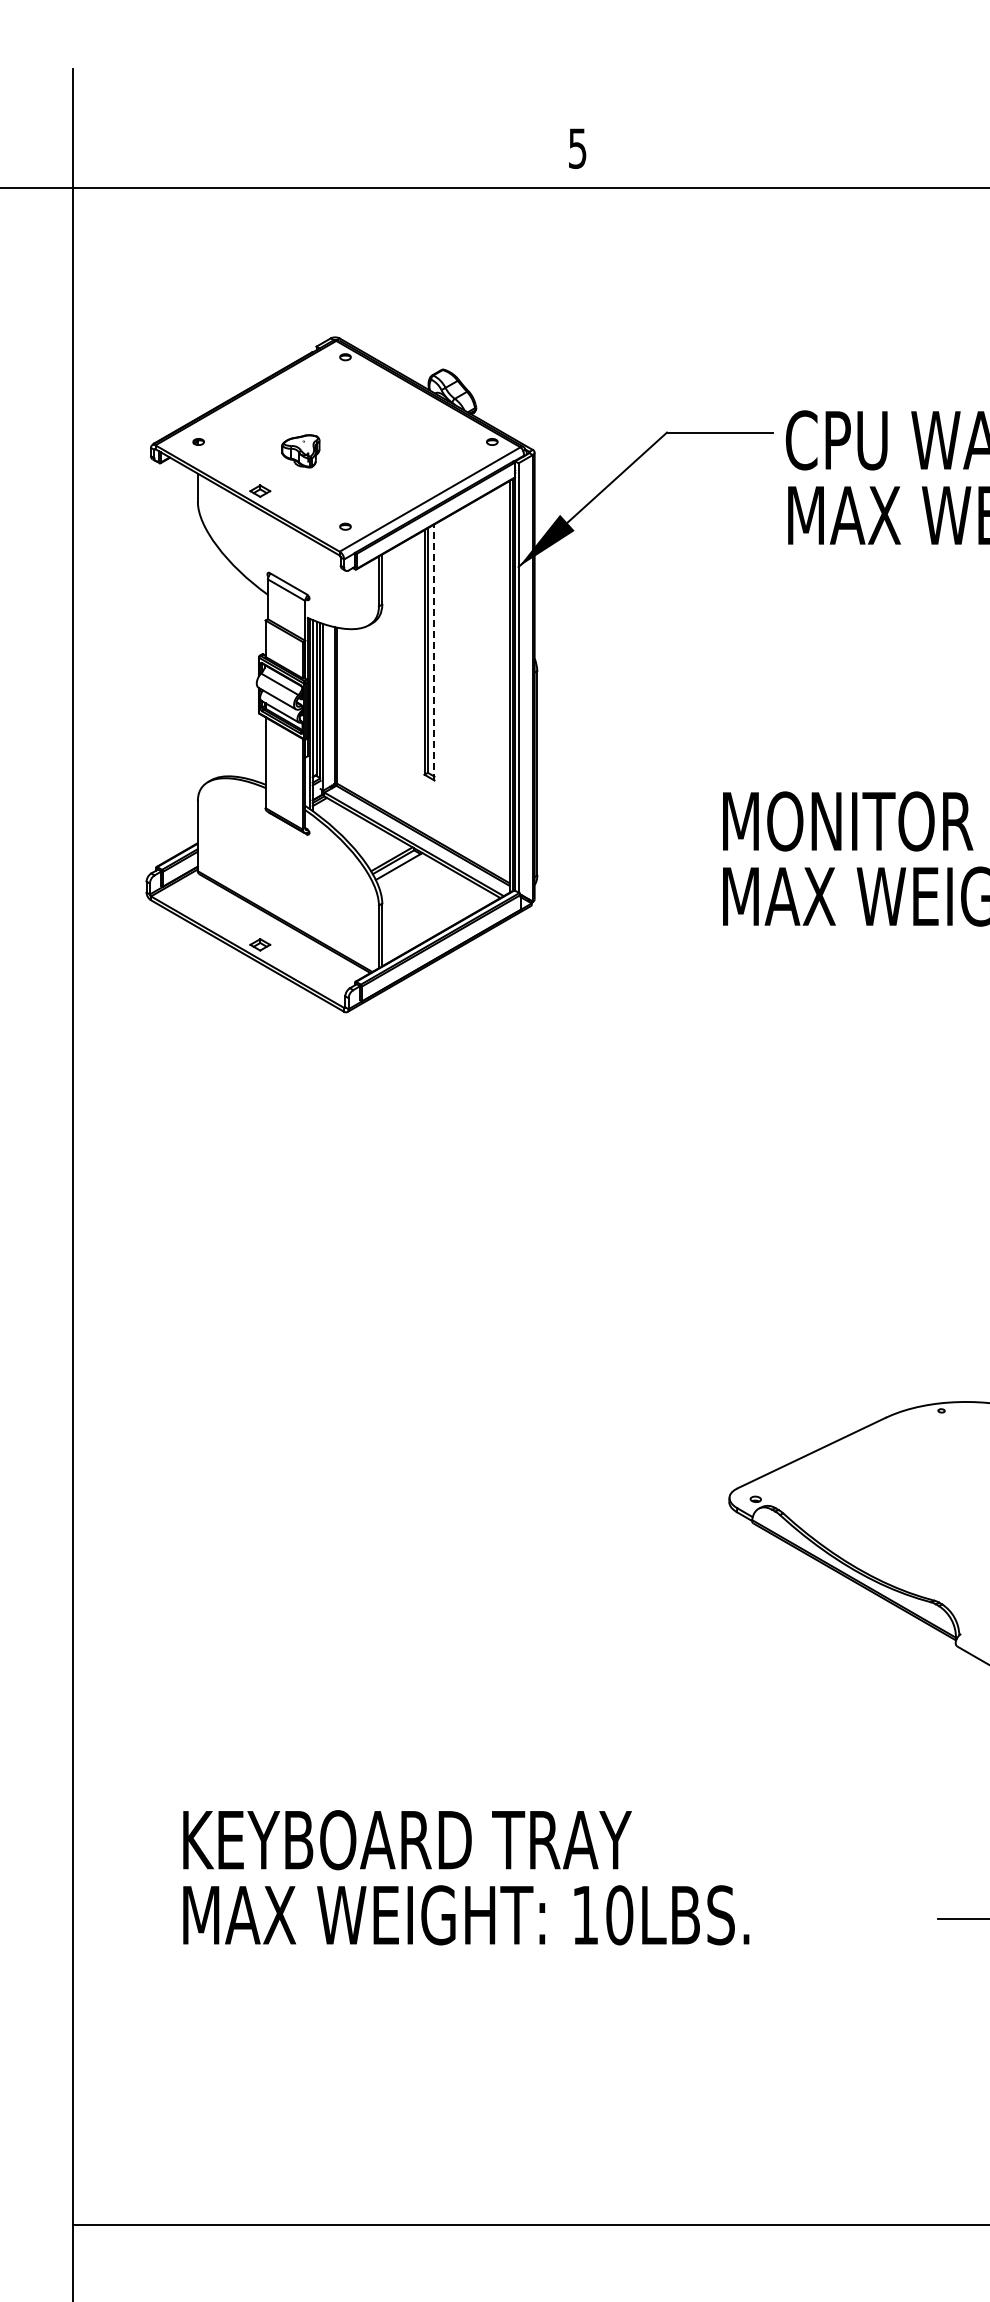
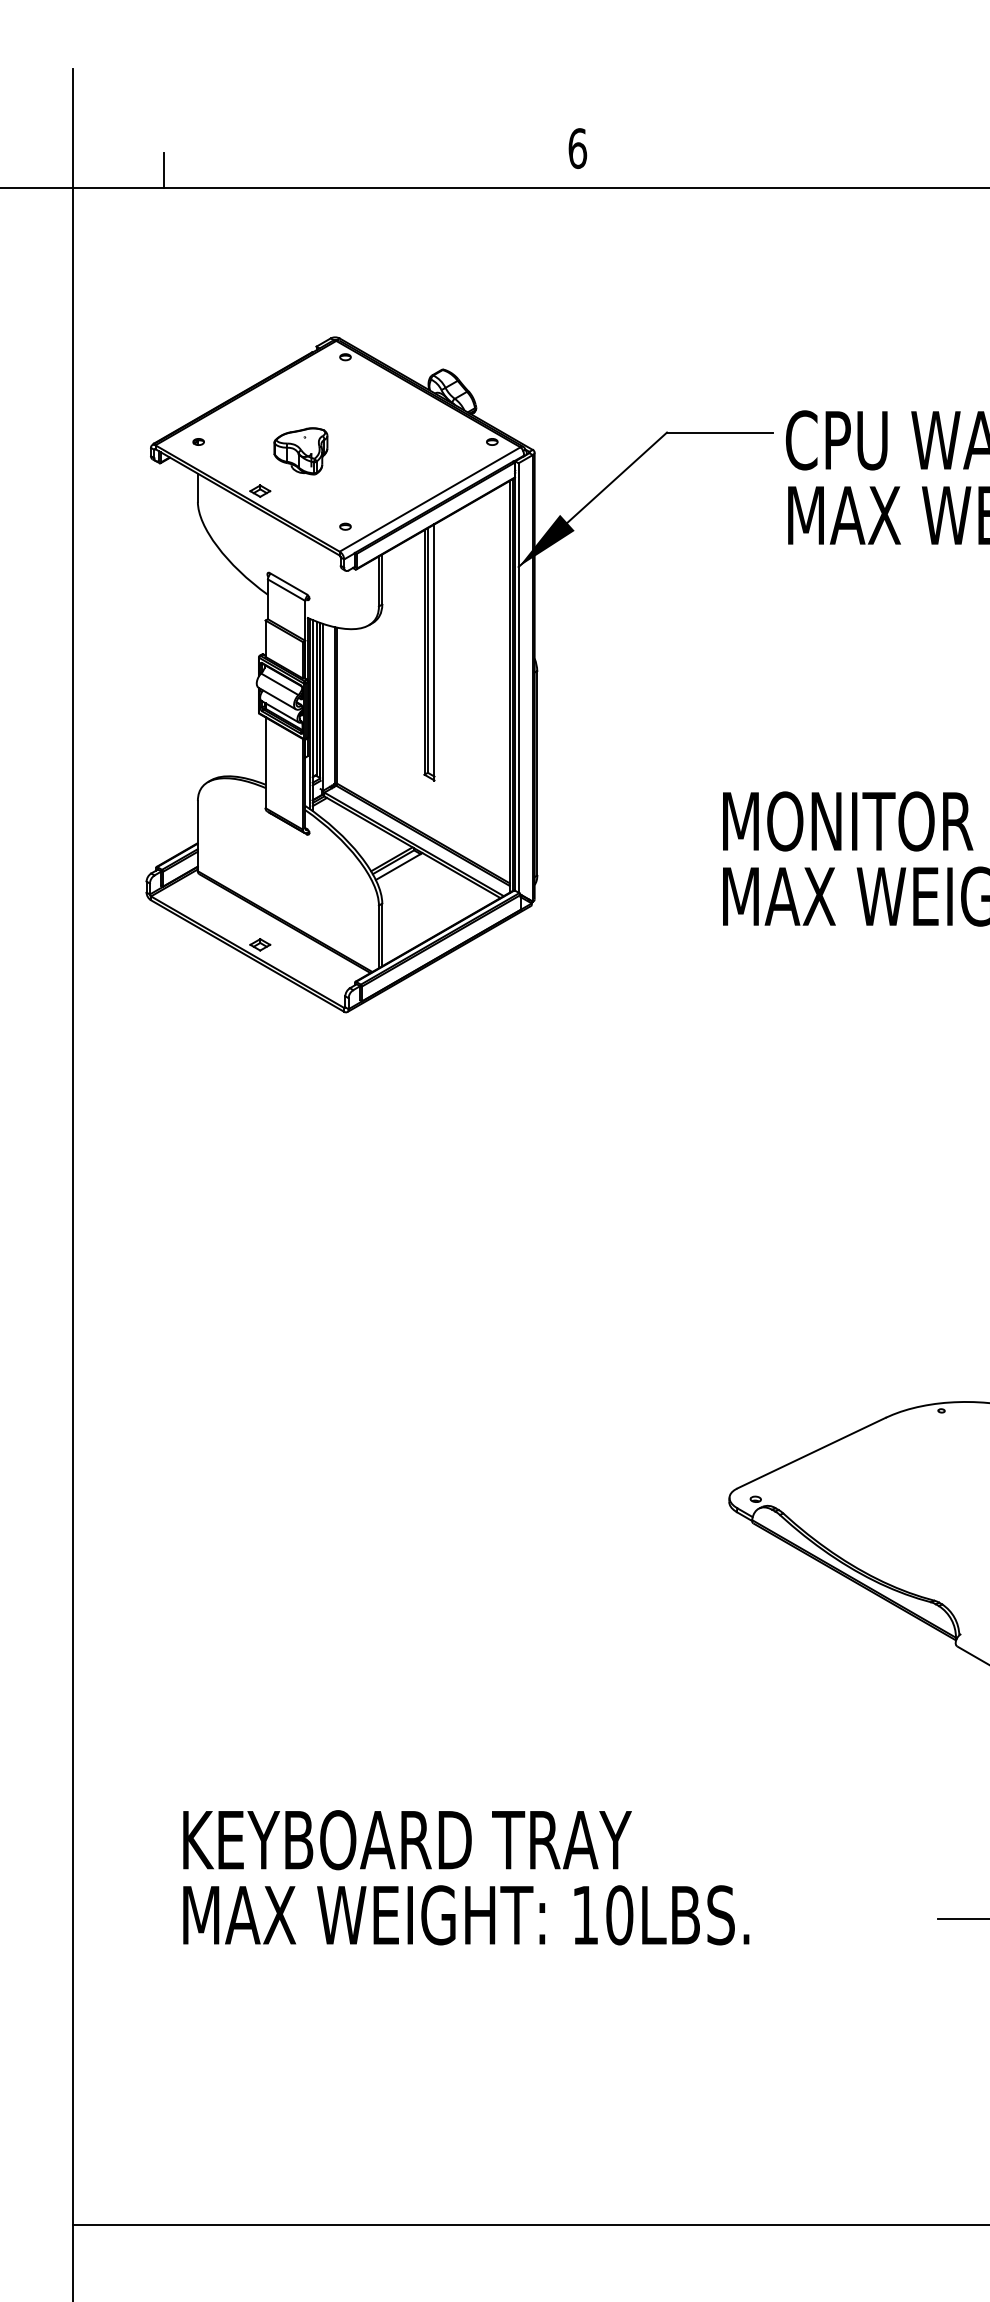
text at (577, 148): 5 -> 6
line at (163, 170): none -> present
part at (300, 451) size: 40x35 px -> 56x49 px
line at (434, 651): dashed -> solid
